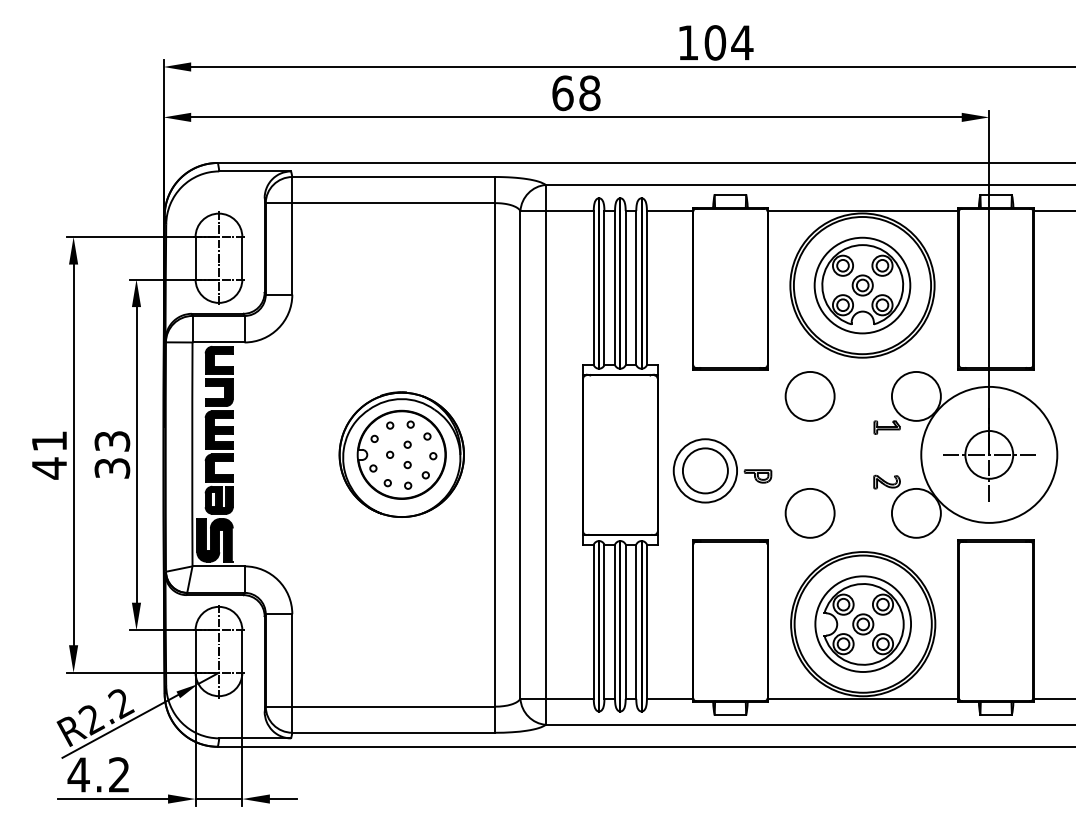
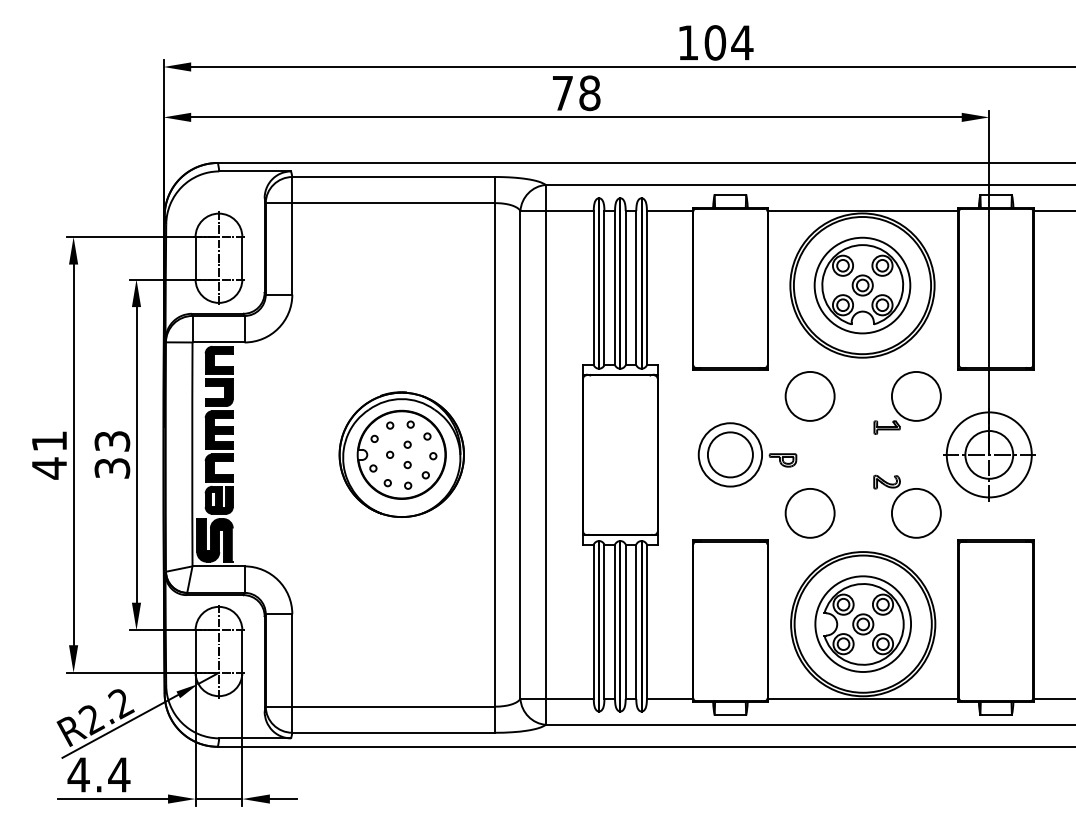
text at (562, 93): 68 -> 78
circle at (989, 454) diameter: 136 px -> 85 px
part at (722, 470) position: (722, 470) -> (747, 454)
text at (119, 774): 4.2 -> 4.4
